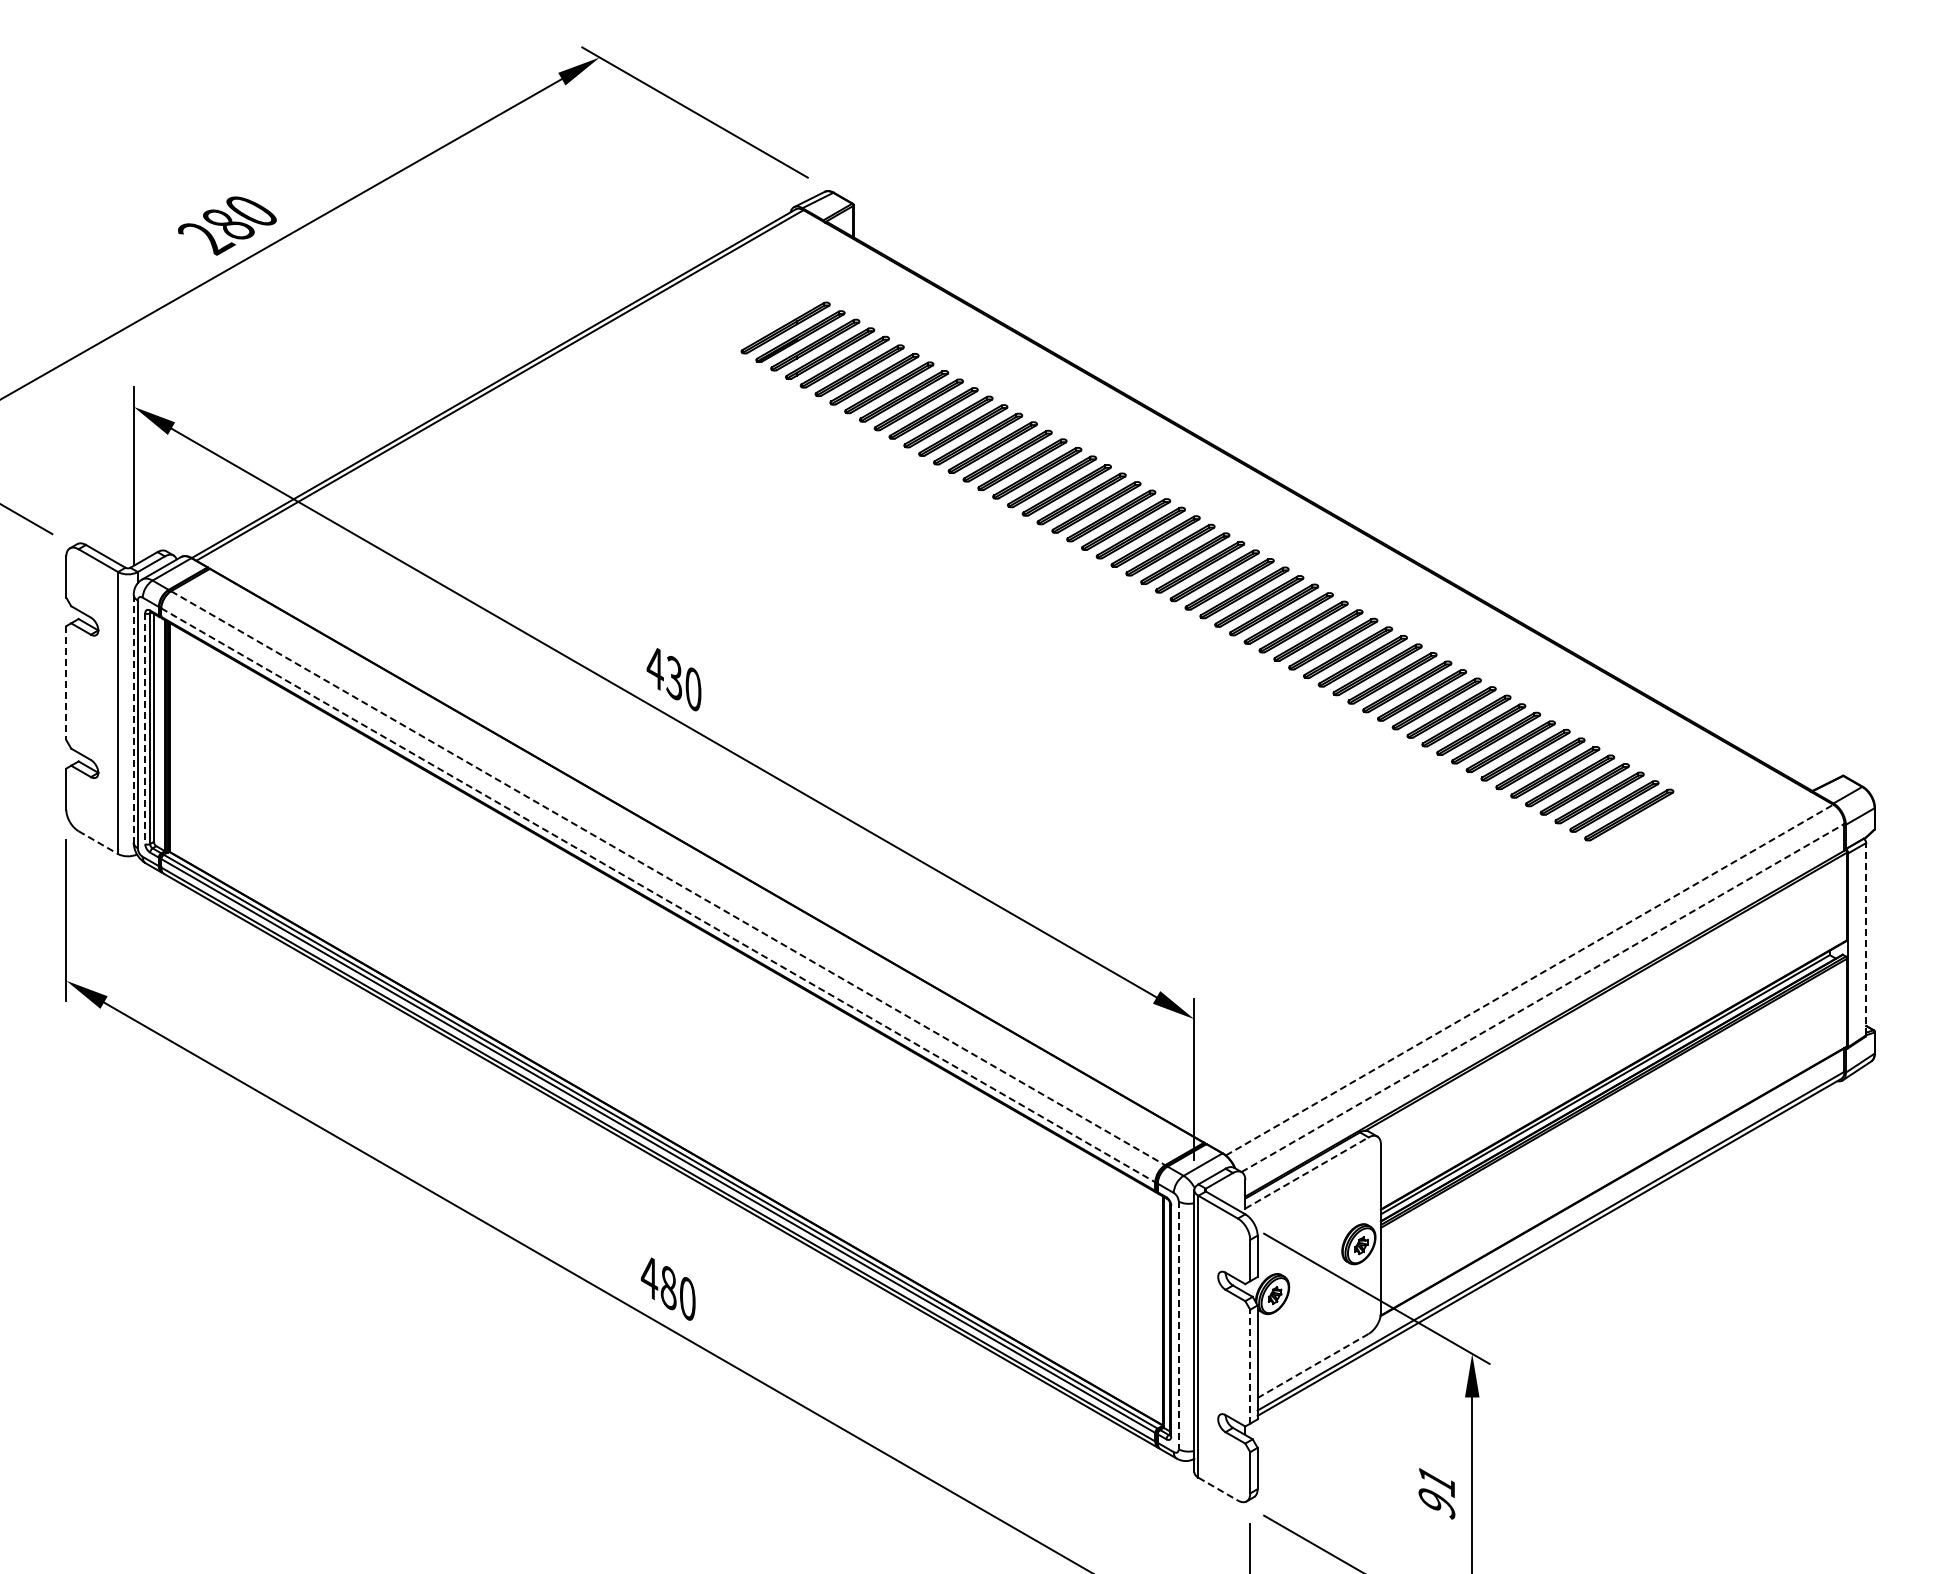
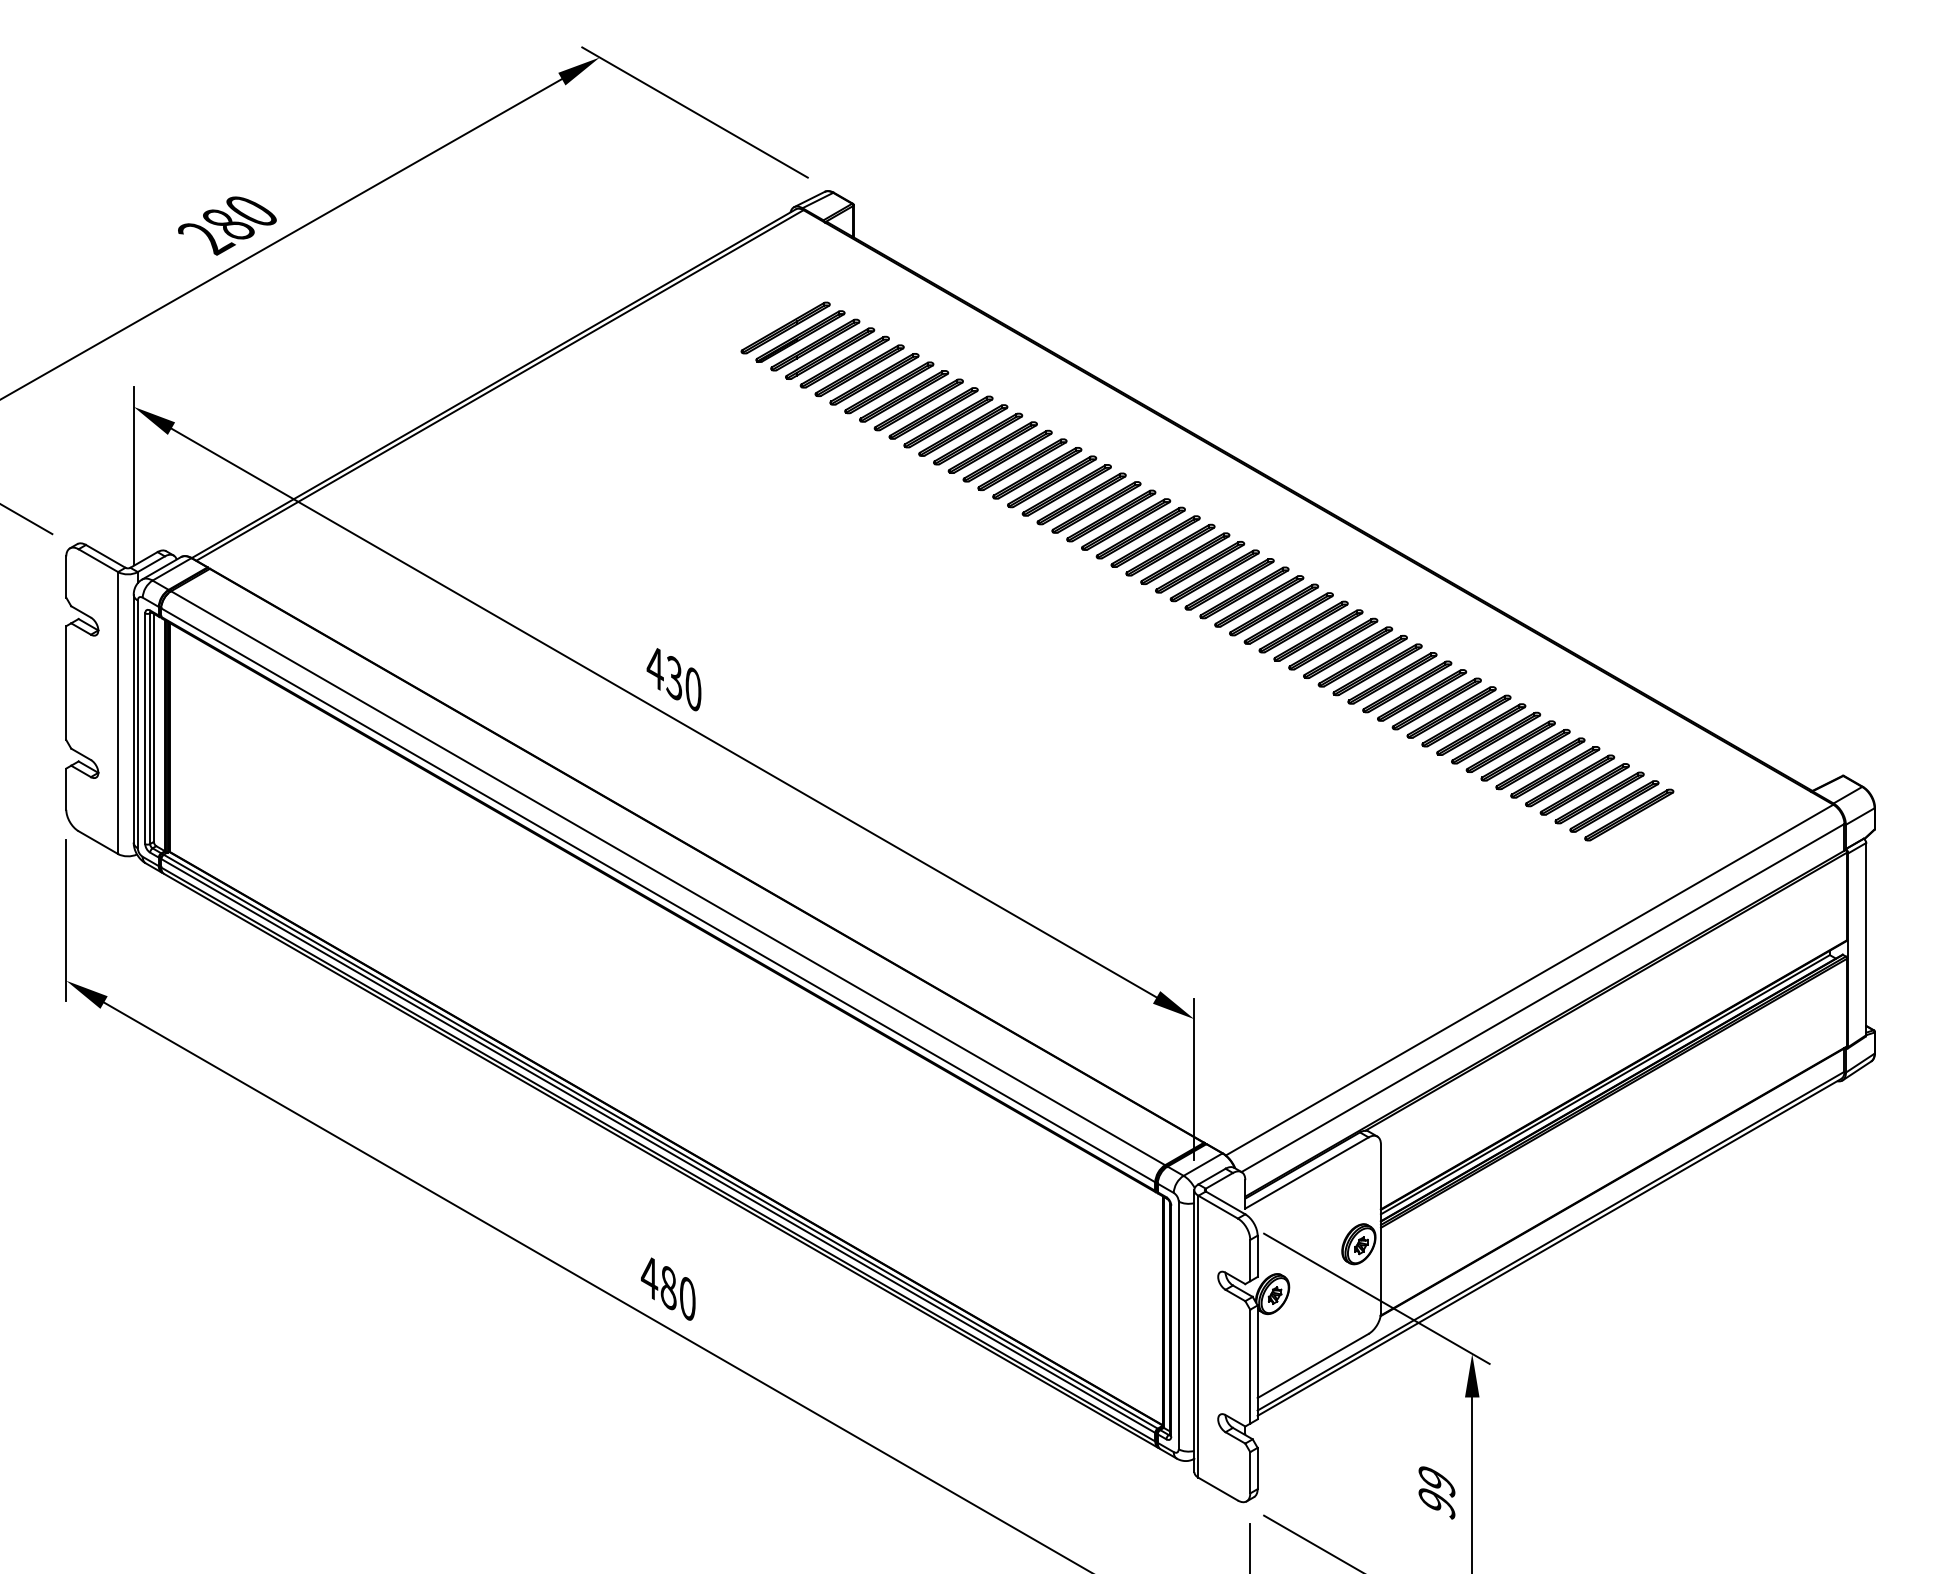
line at (66, 683): dashed -> solid
line at (133, 718): dashed -> solid
line at (145, 729): dashed -> solid
line at (98, 842): dashed -> solid
line at (668, 878): dashed -> solid
line at (658, 895): dashed -> solid
line at (1866, 938): dashed -> solid
line at (1529, 980): dashed -> solid
line at (1543, 997): dashed -> solid
line at (1307, 1172): dashed -> solid
line at (1178, 1325): dashed -> solid
line at (1313, 1365): dashed -> solid
line at (1250, 1366): dashed -> solid
text at (1436, 1482): 91 -> 99
line at (1218, 1489): dashed -> solid
